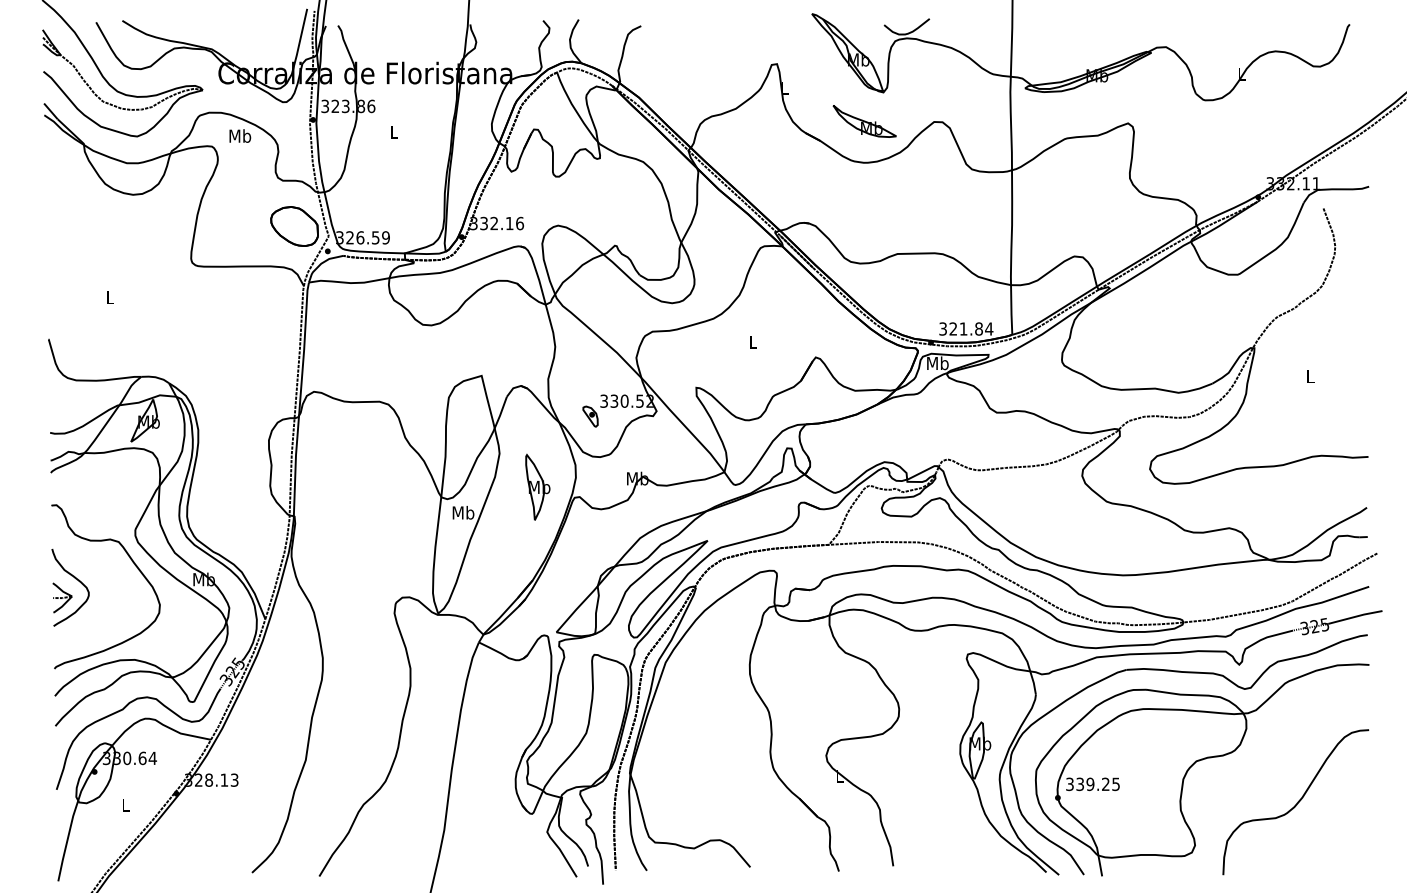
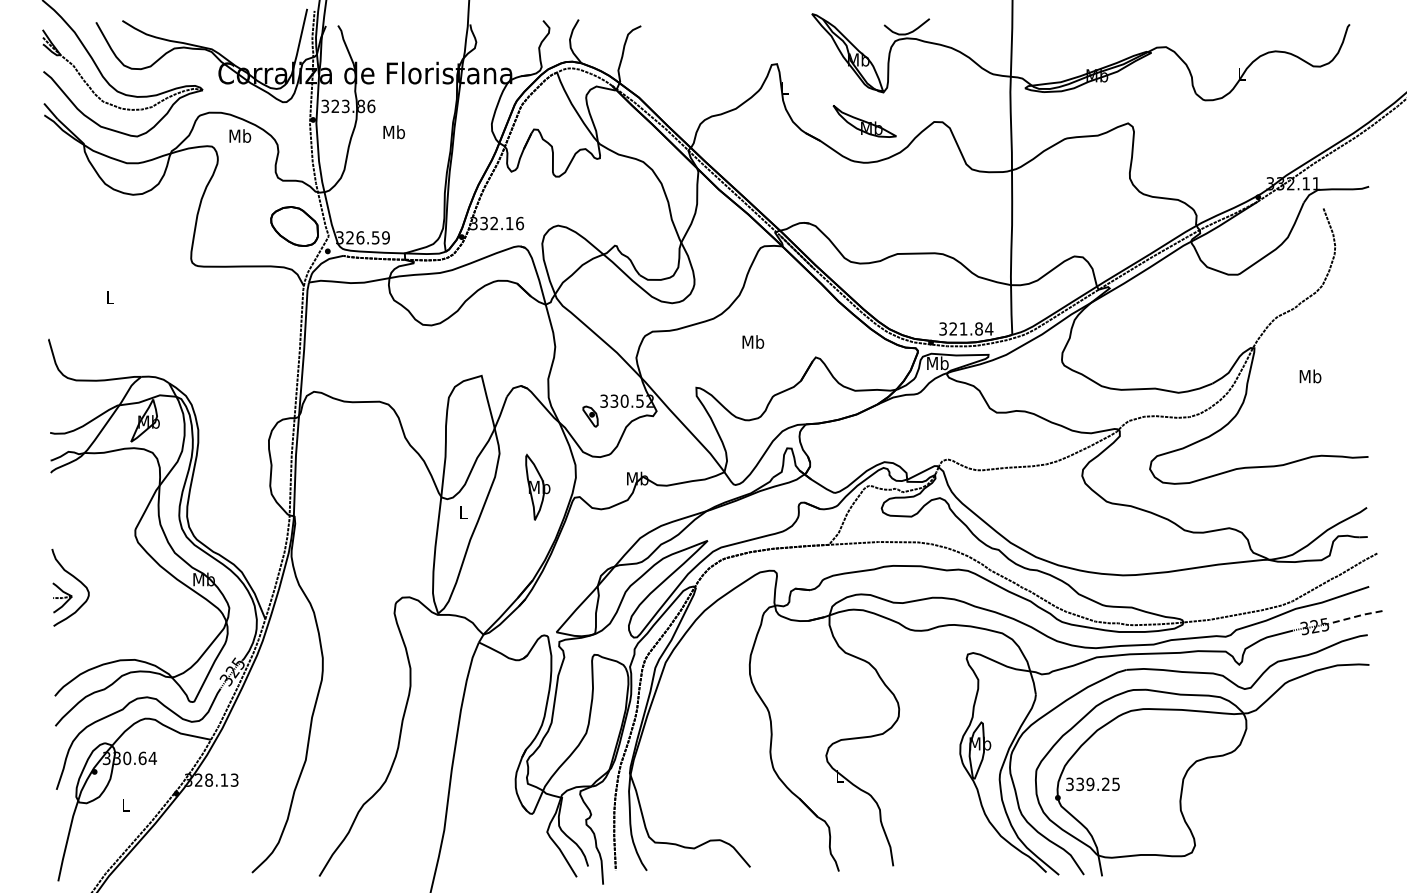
text at (393, 132): L -> Mb
text at (753, 341): L -> Mb
text at (1310, 376): L -> Mb
text at (463, 512): Mb -> L
curve at (134, 565): present -> none
line at (1355, 616): solid -> dashed
curve at (1296, 803): present -> none
